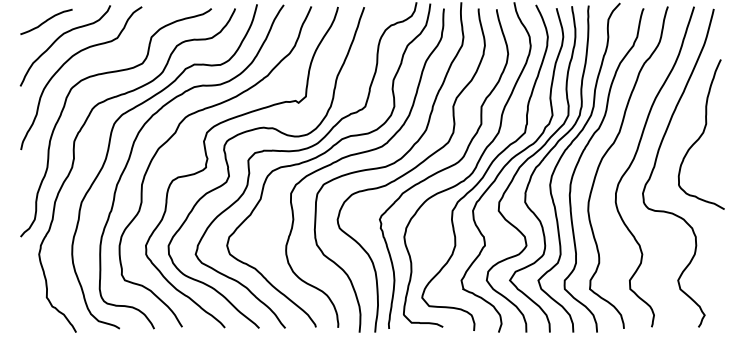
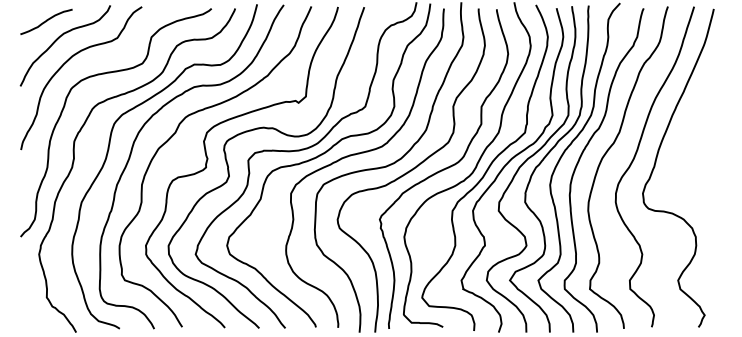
curve at (700, 134): present -> none
